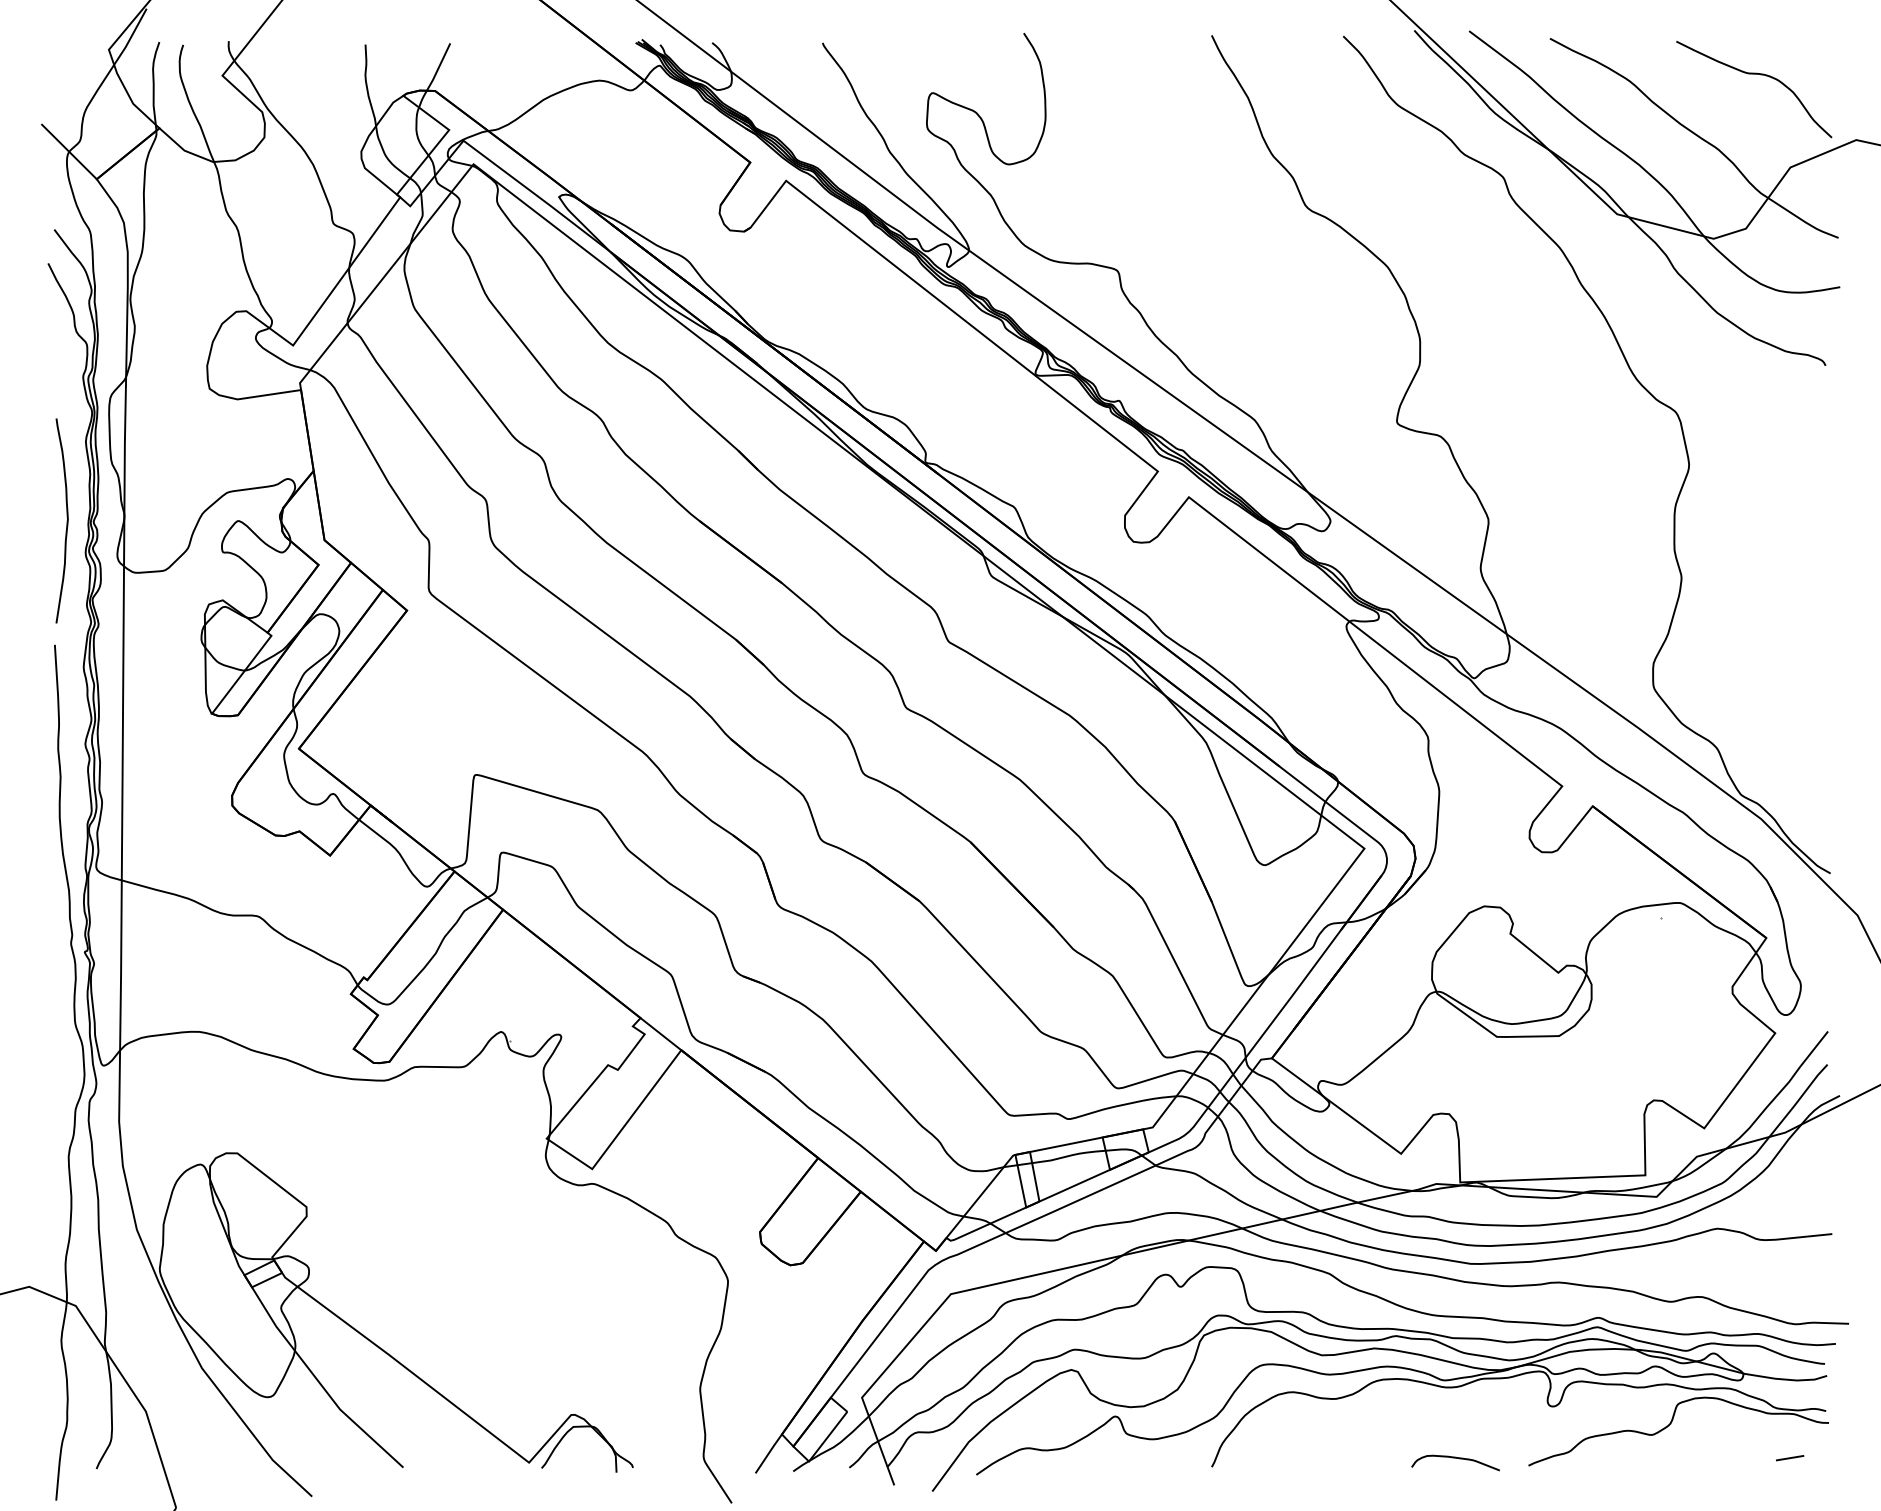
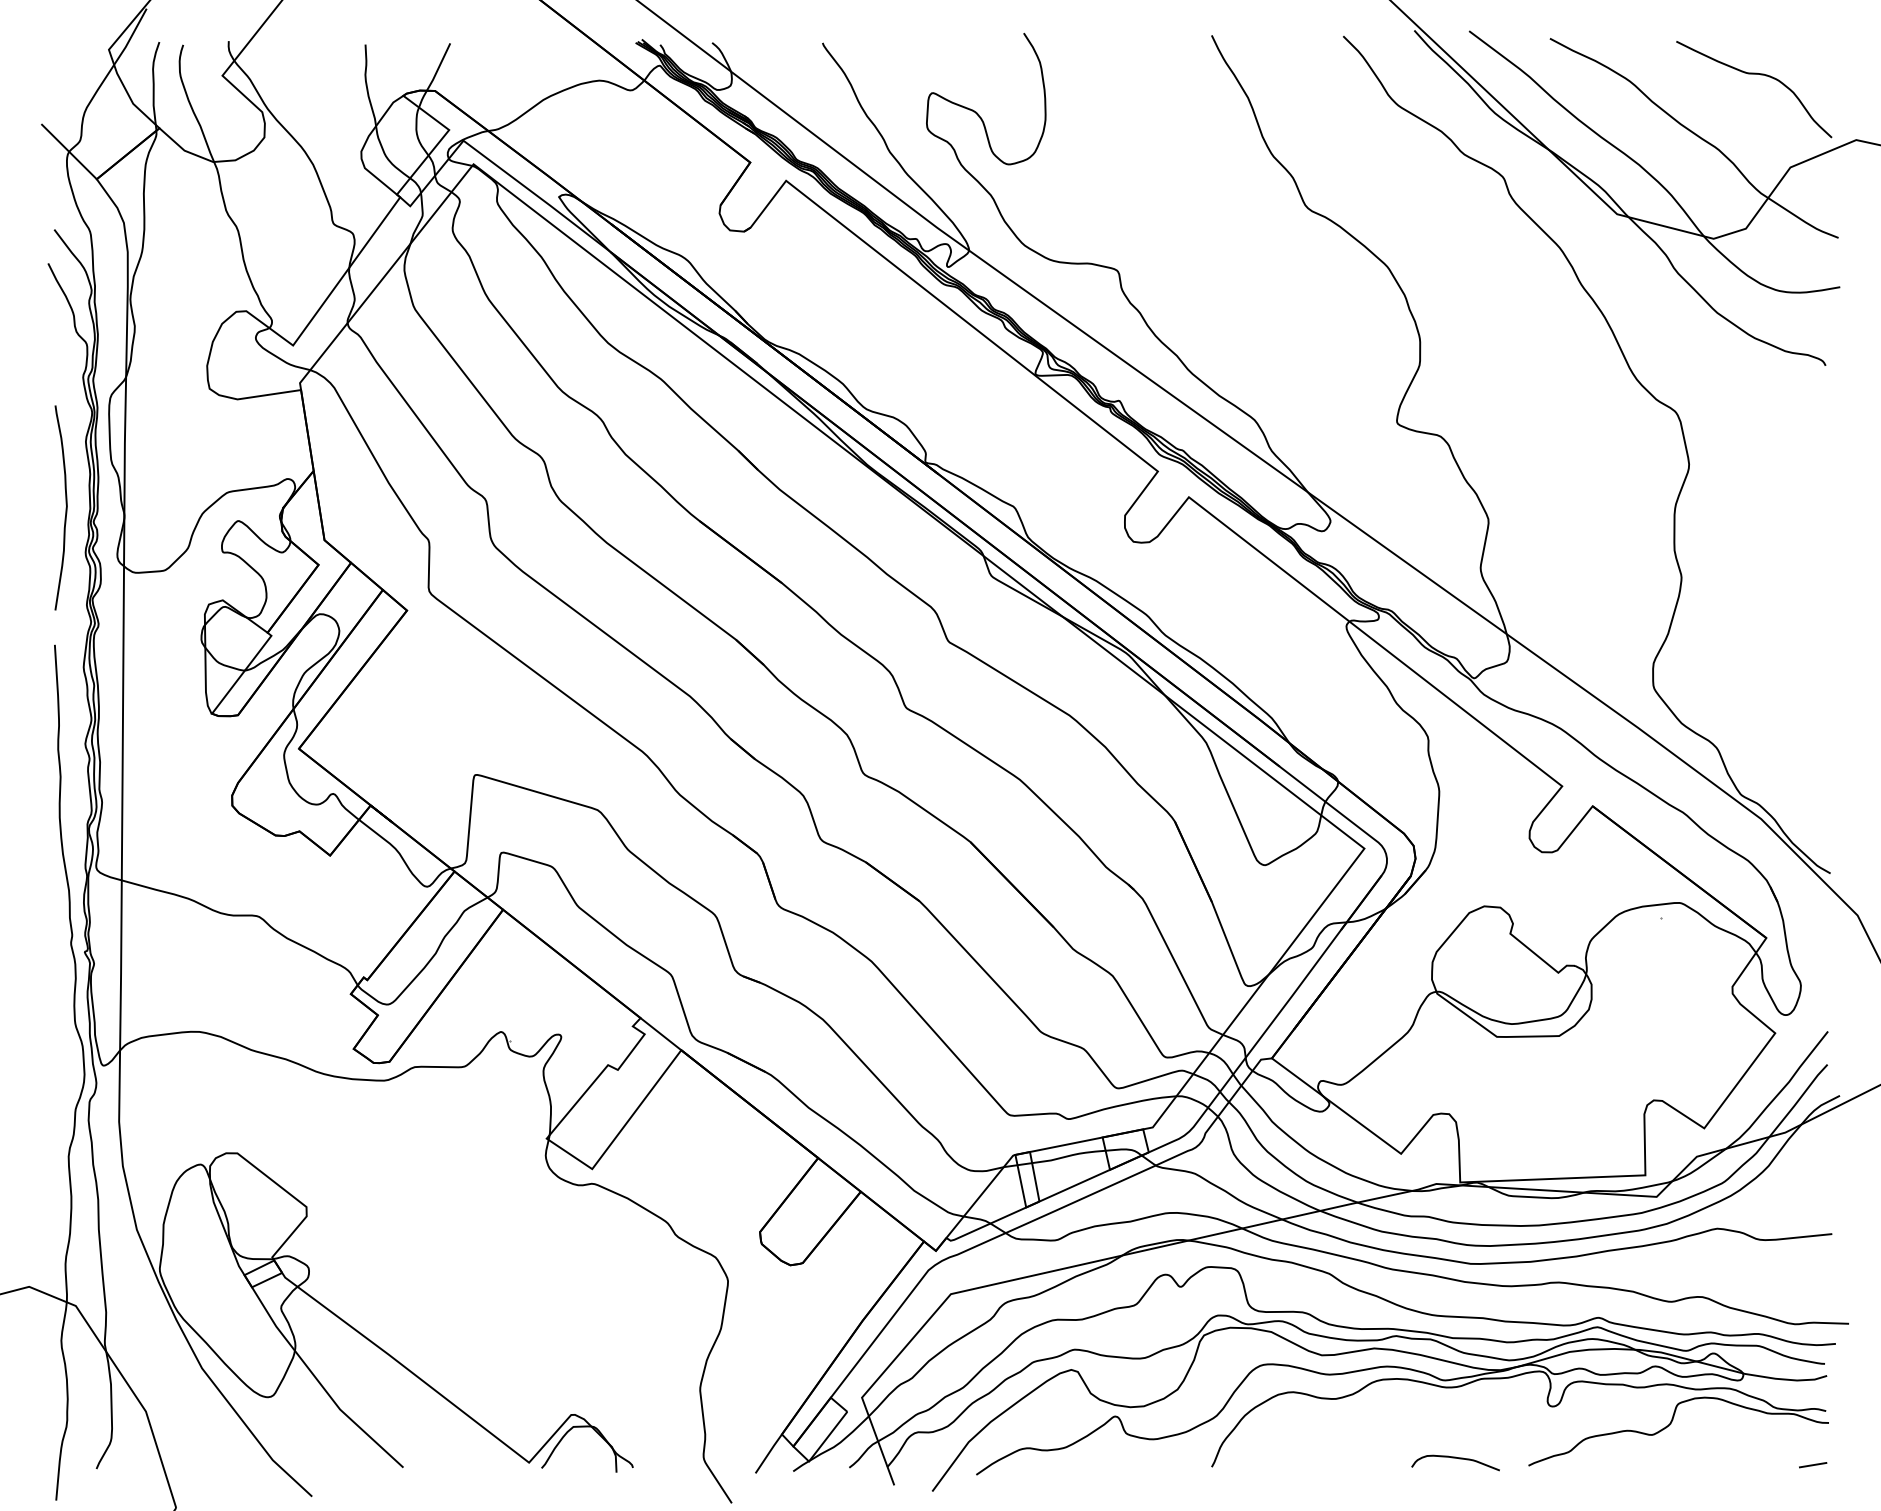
curve at (66, 520) position: (66, 520) -> (65, 507)
line at (1790, 1458) position: (1790, 1458) -> (1813, 1465)
